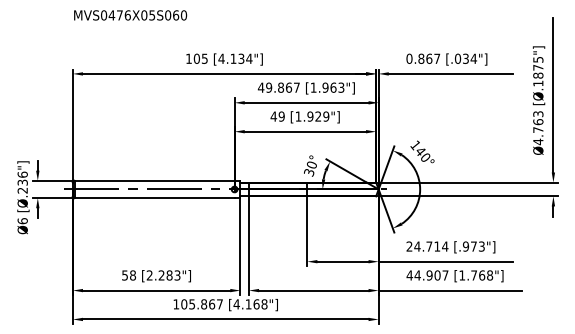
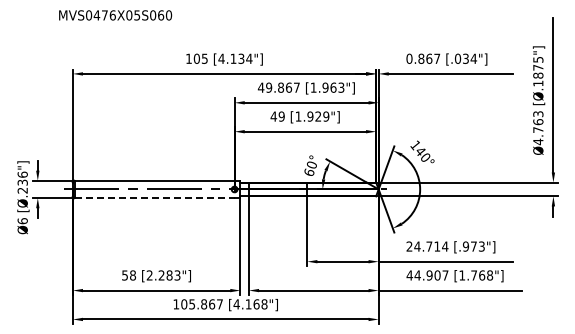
text at (130, 15) position: (130, 15) -> (115, 15)
text at (309, 172): 30° -> 60°
line at (155, 198): solid -> dashed
